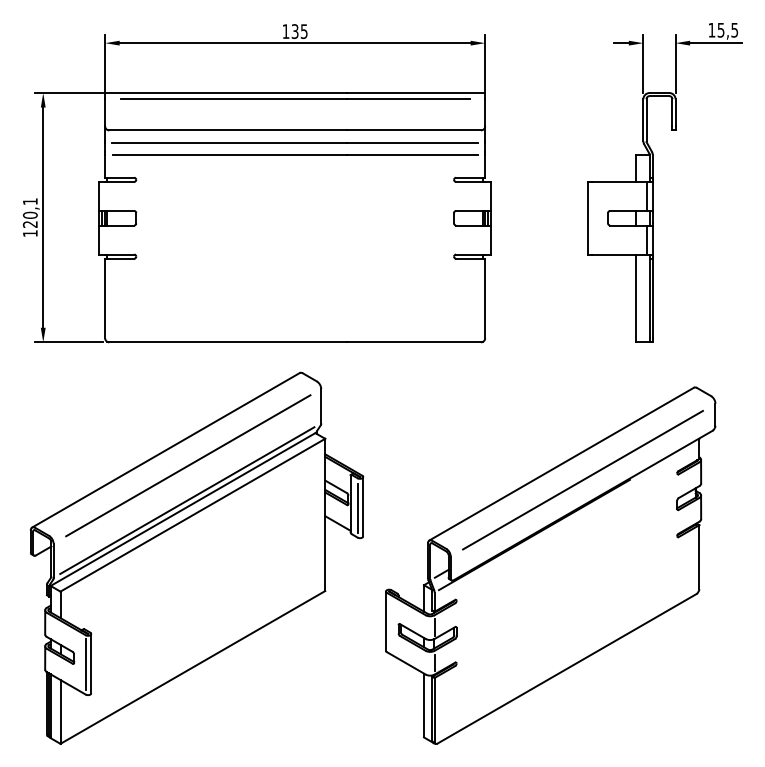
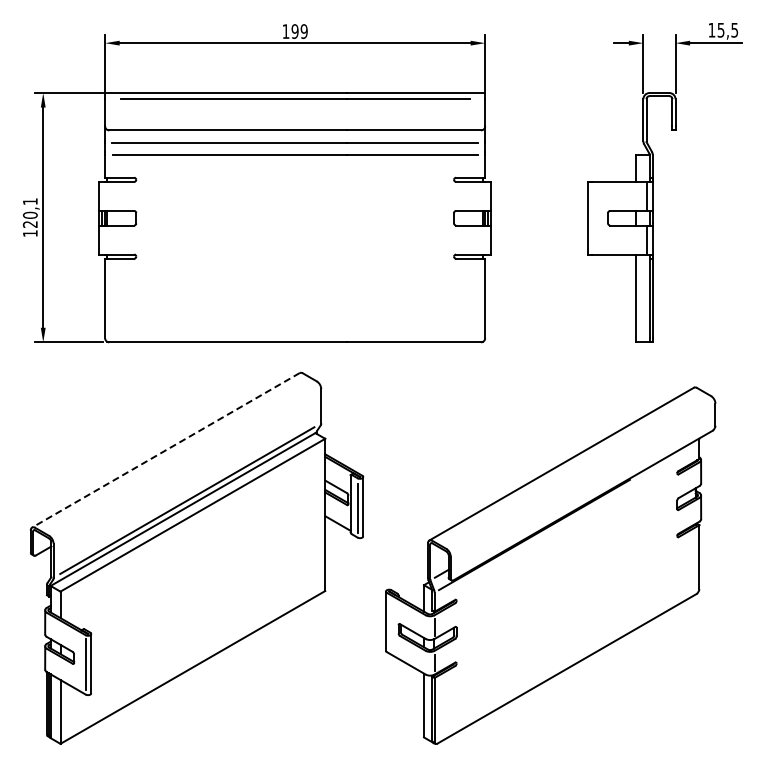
text at (299, 31): 135 -> 199
line at (165, 450): solid -> dashed
line at (188, 465): present -> none
line at (582, 480): present -> none
